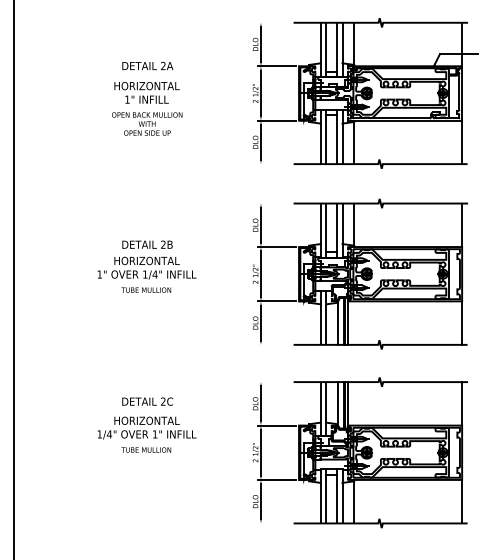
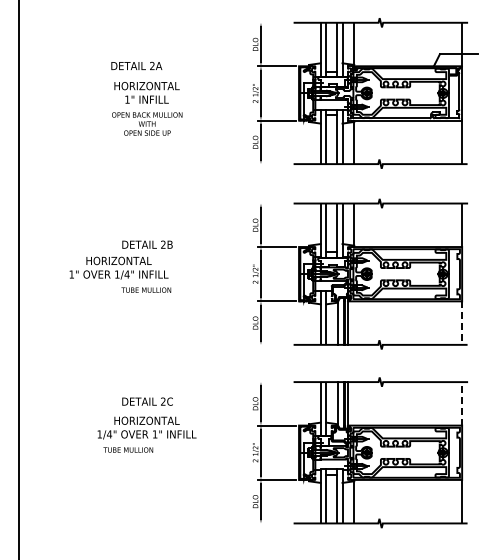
text at (147, 65) position: (147, 65) -> (136, 65)
text at (146, 267) position: (146, 267) -> (118, 267)
line at (14, 279) position: (14, 279) -> (19, 279)
line at (462, 323): solid -> dashed
line at (462, 403): solid -> dashed
text at (146, 449) position: (146, 449) -> (128, 449)
